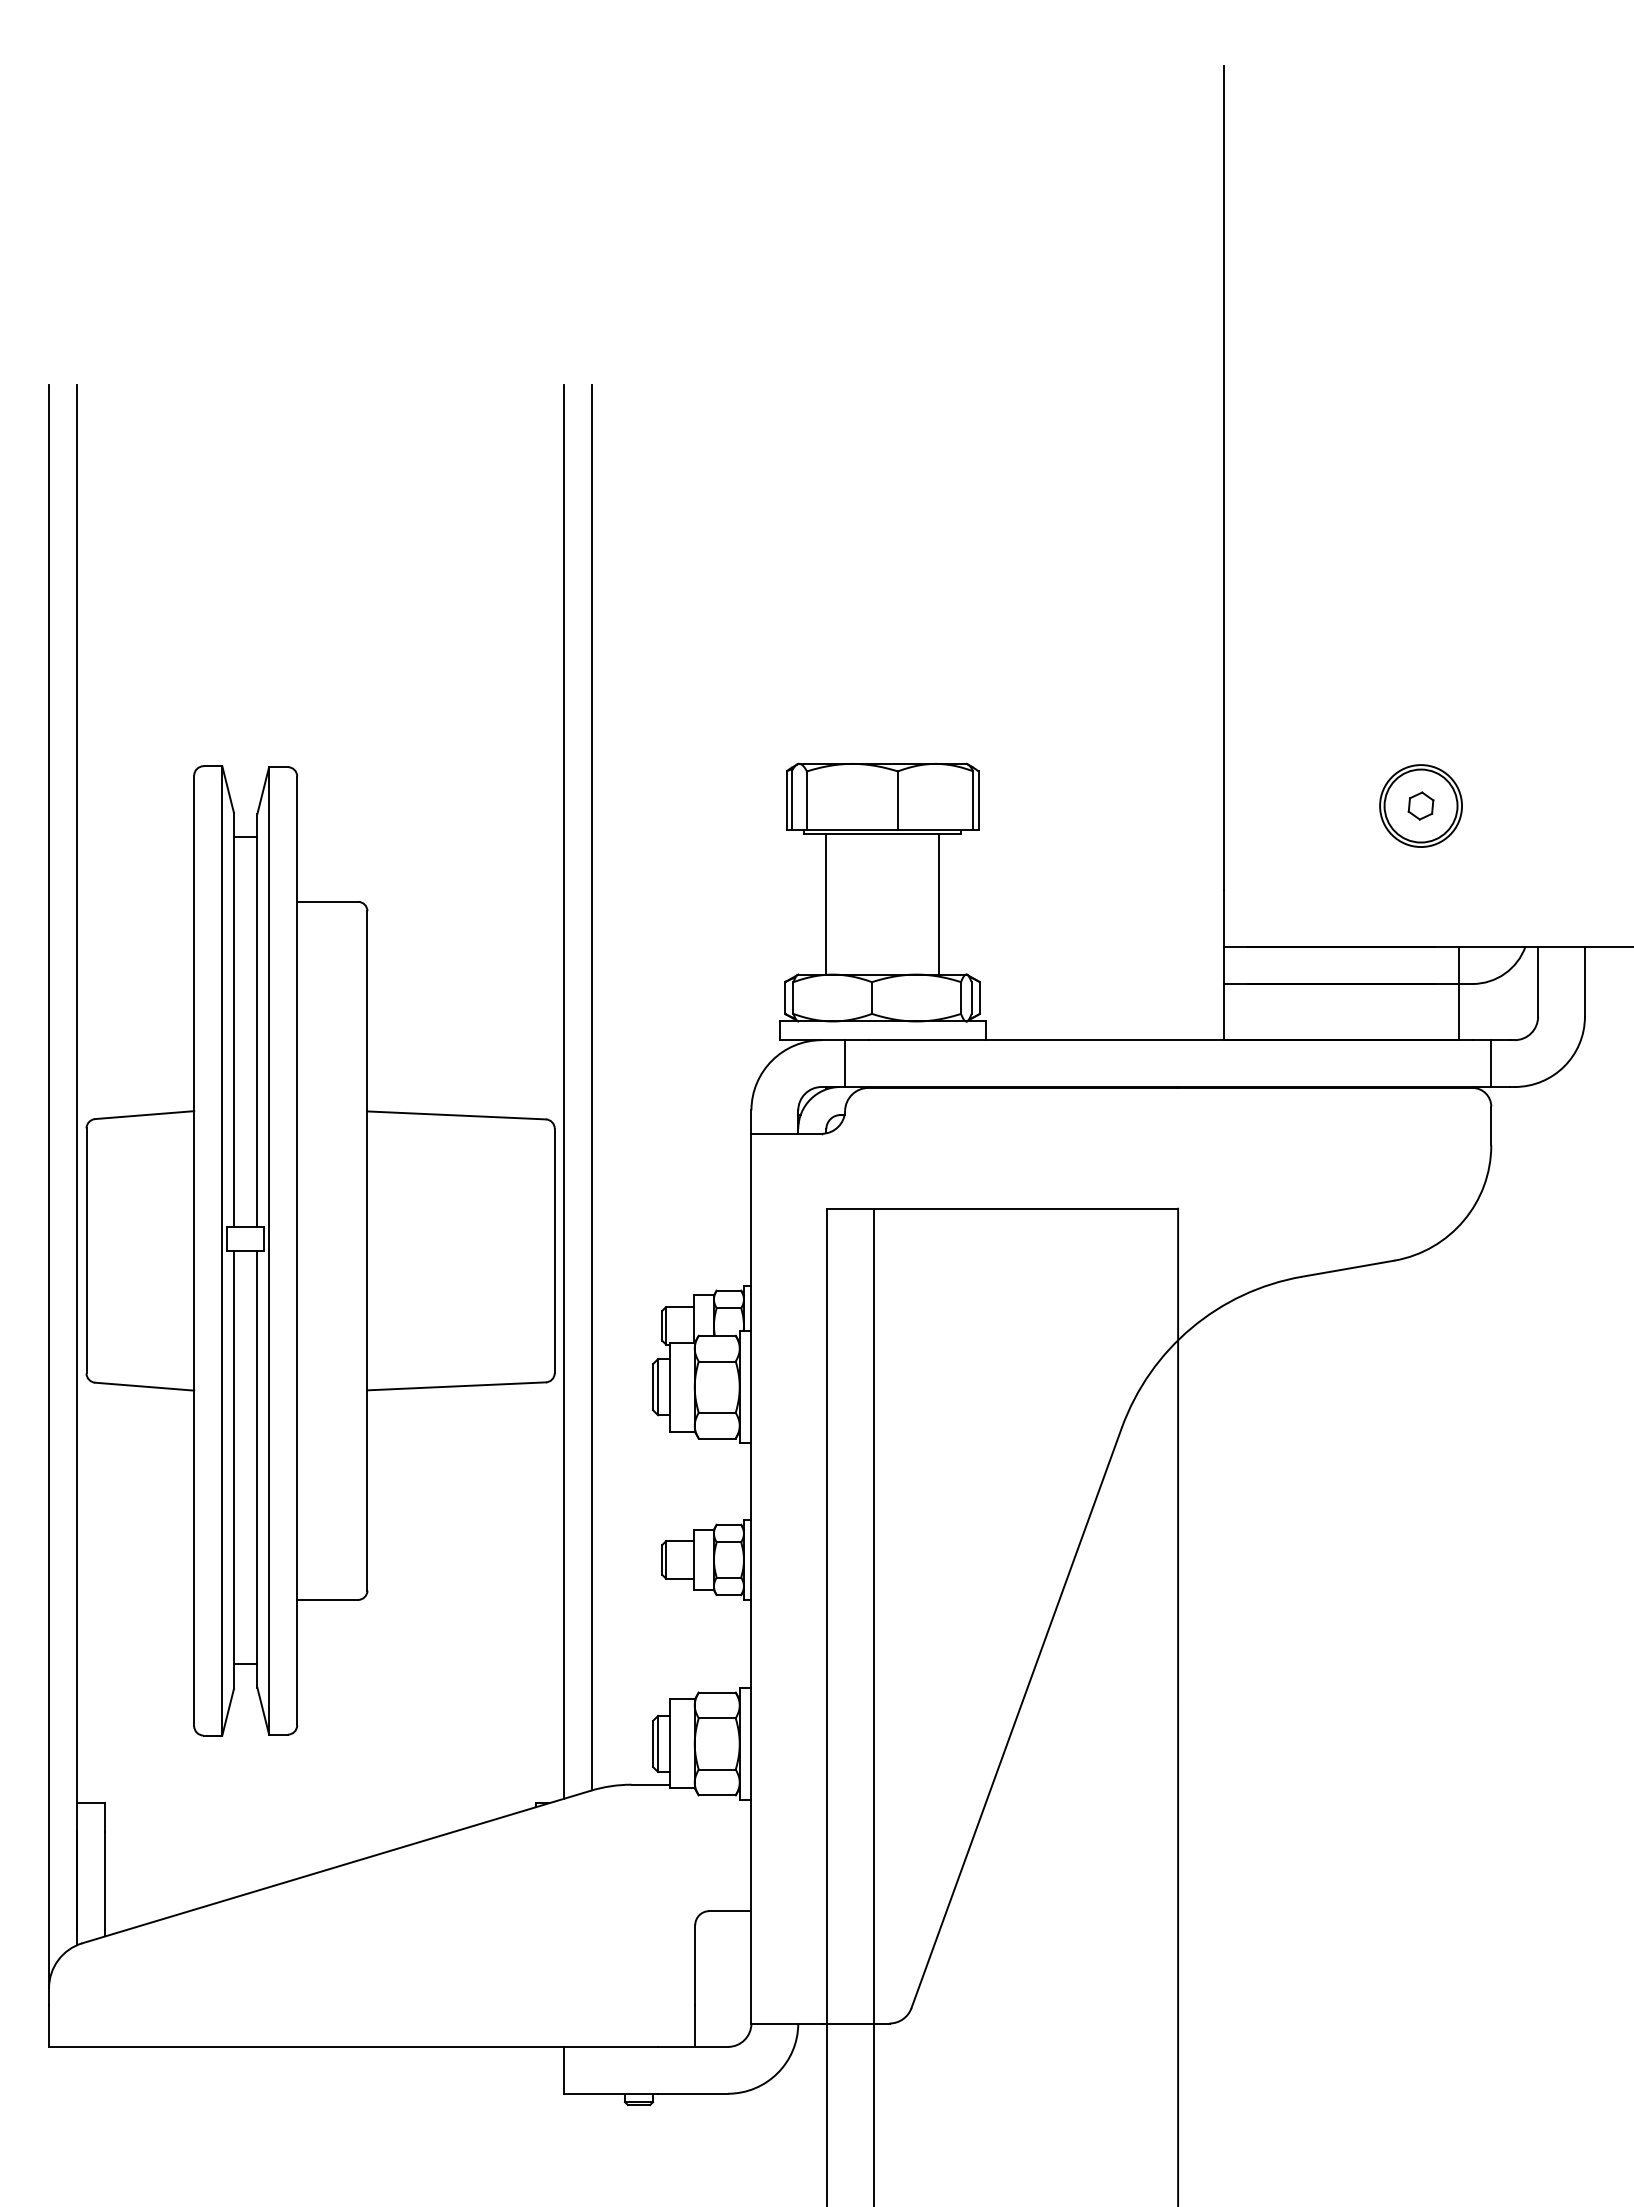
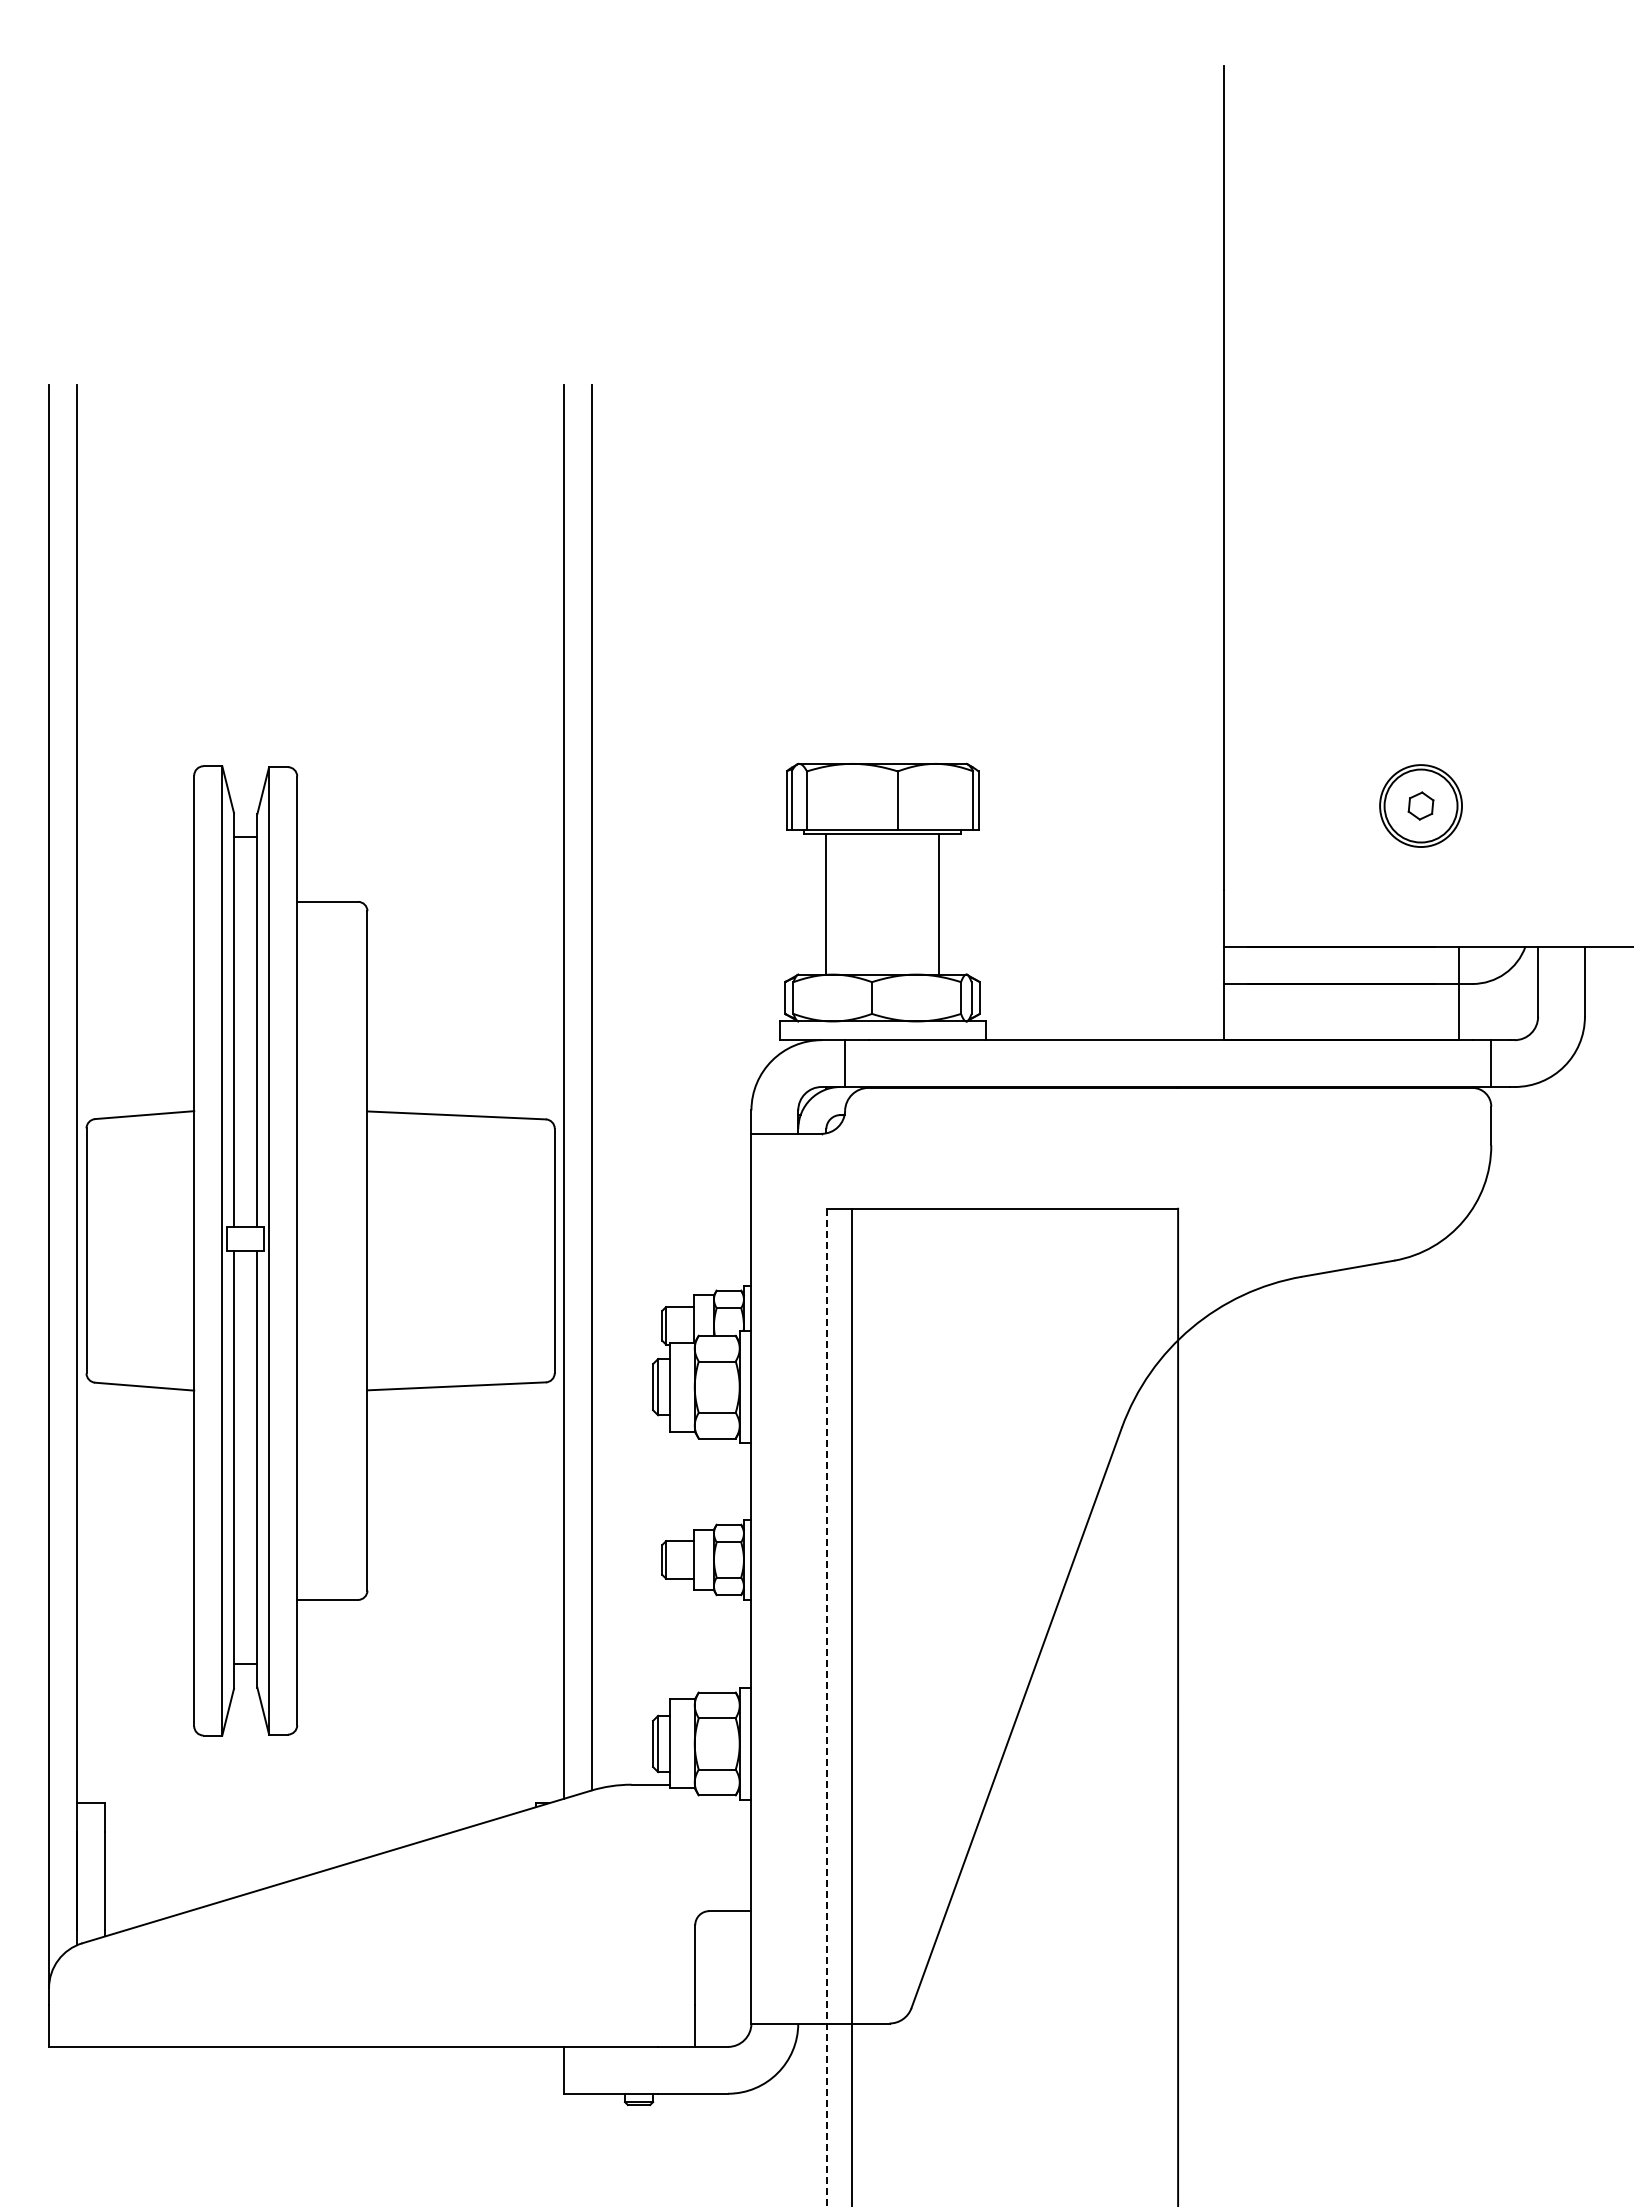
line at (874, 1705) position: (874, 1705) -> (852, 1705)
line at (827, 1707): solid -> dashed
